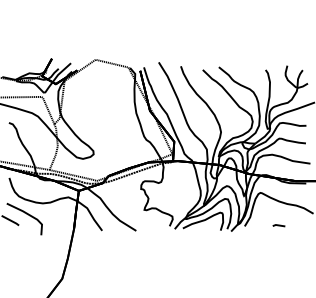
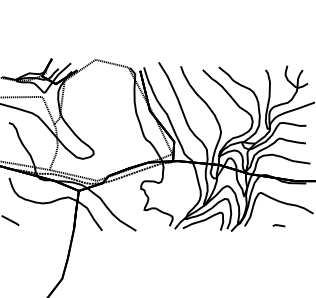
line at (26, 214): present -> none
